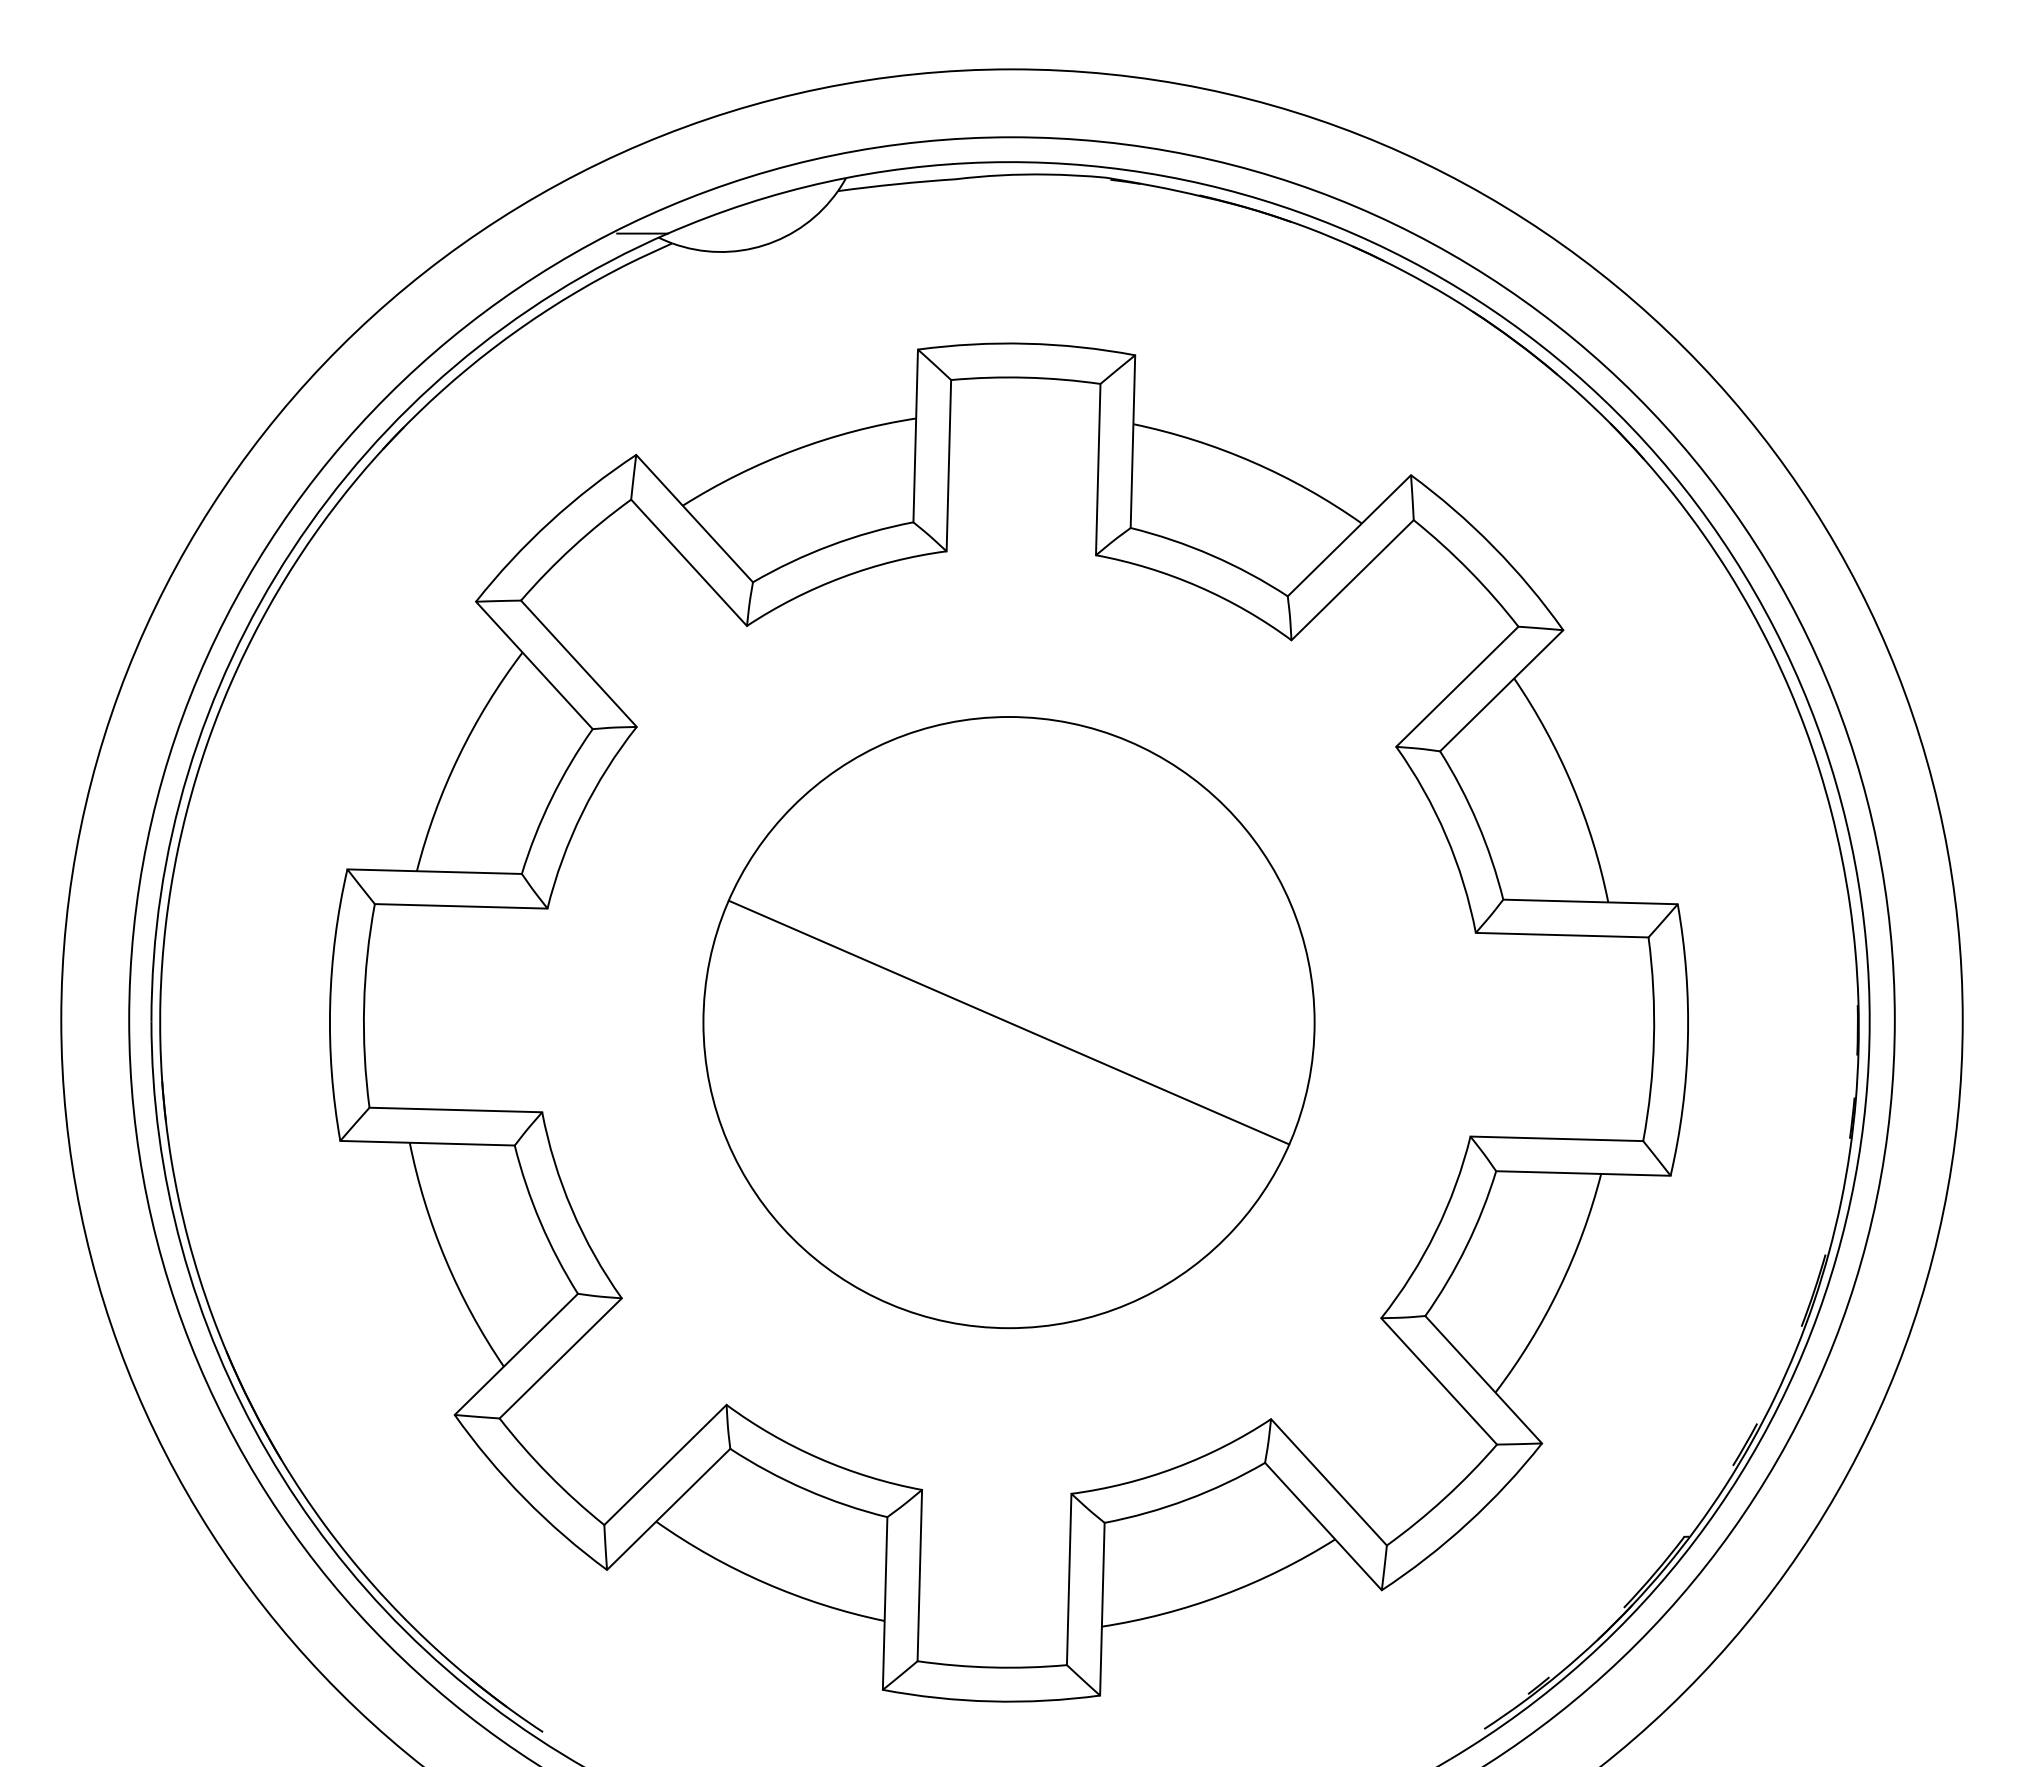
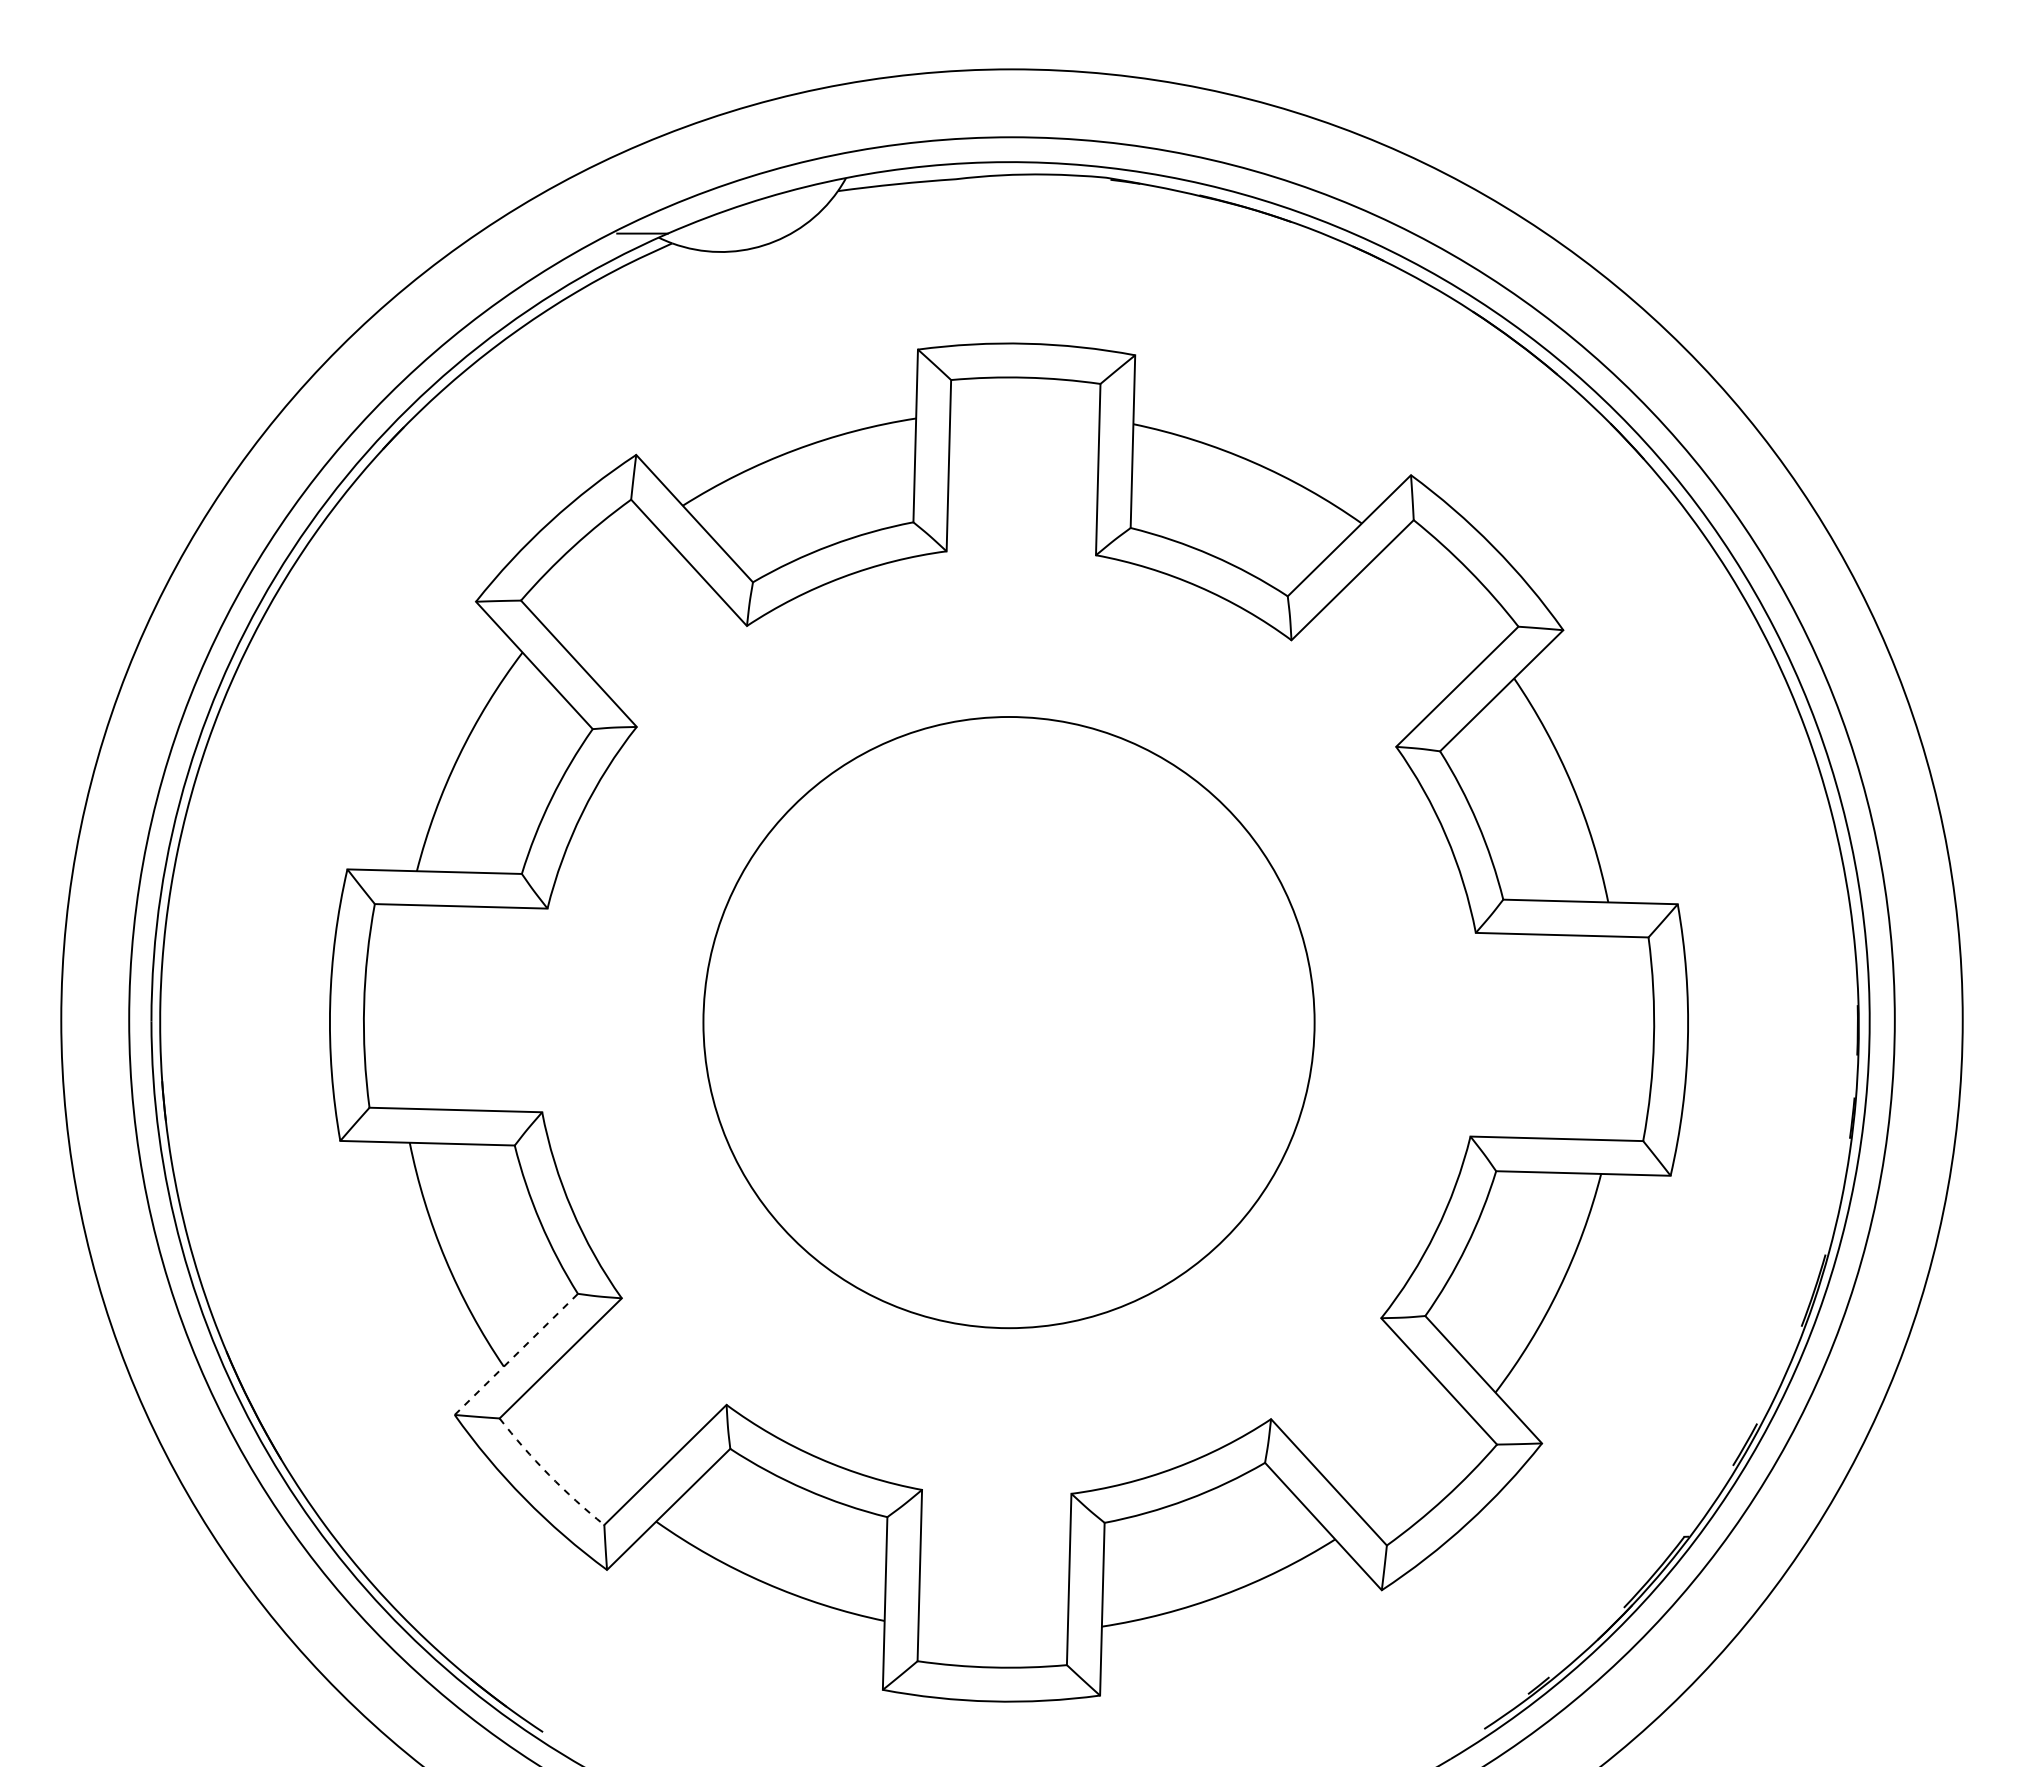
line at (1008, 1022): present -> none
line at (516, 1354): solid -> dashed
arc at (548, 1474): solid -> dashed
